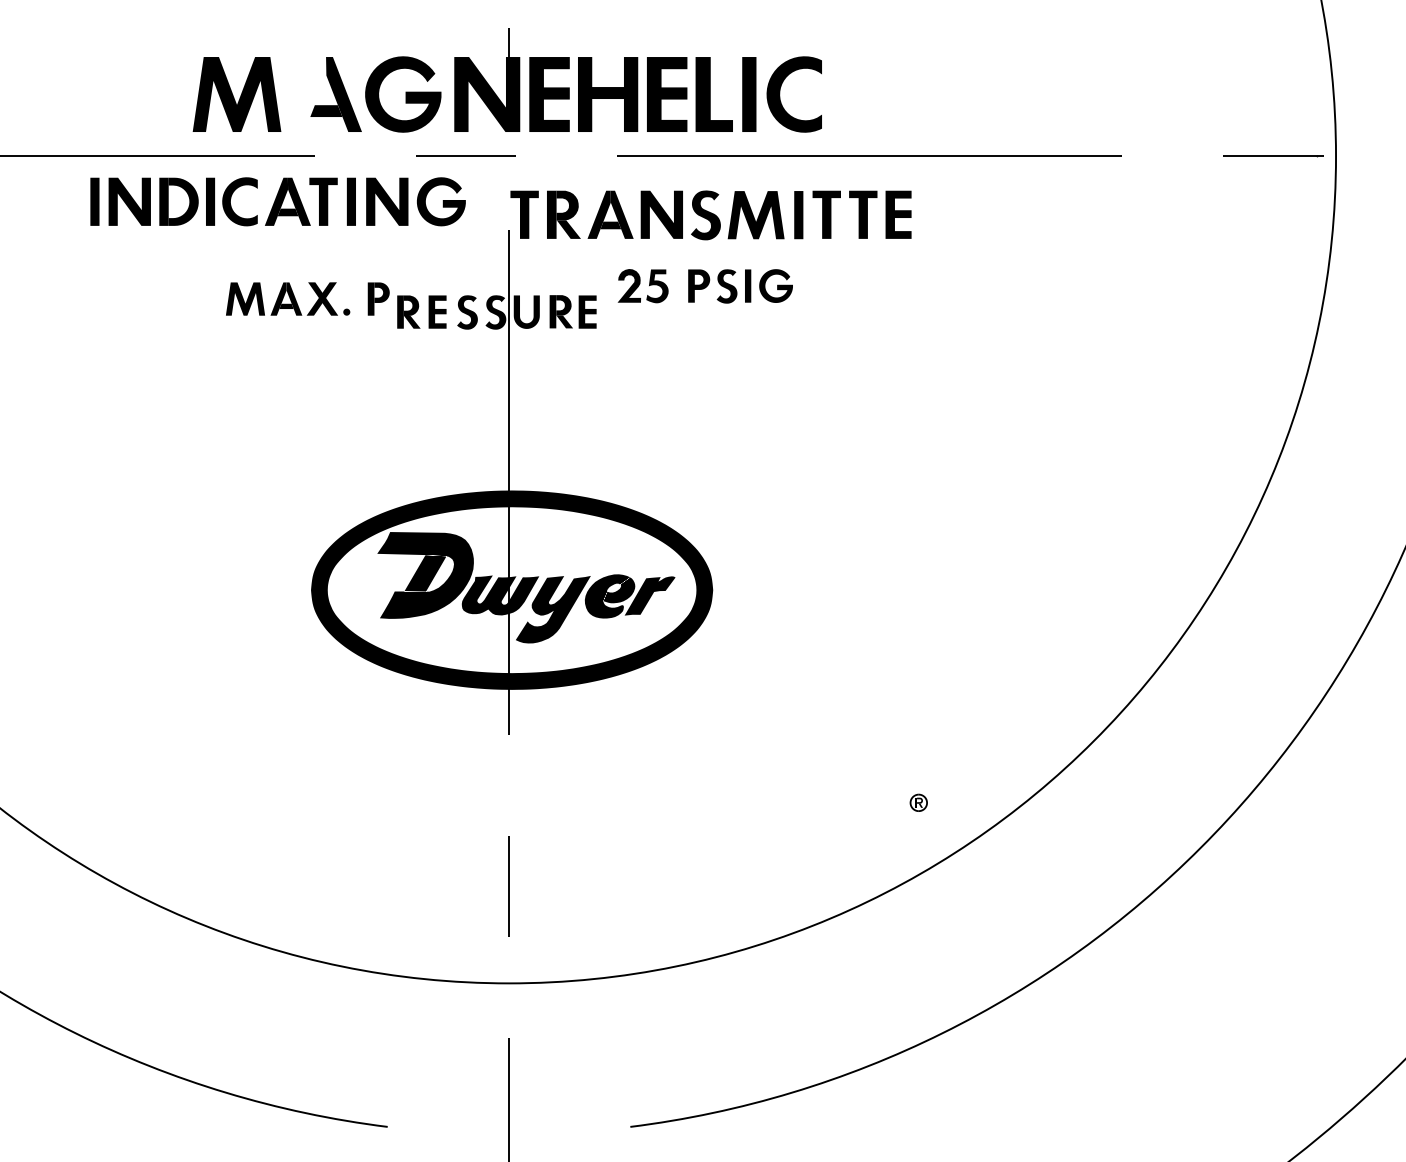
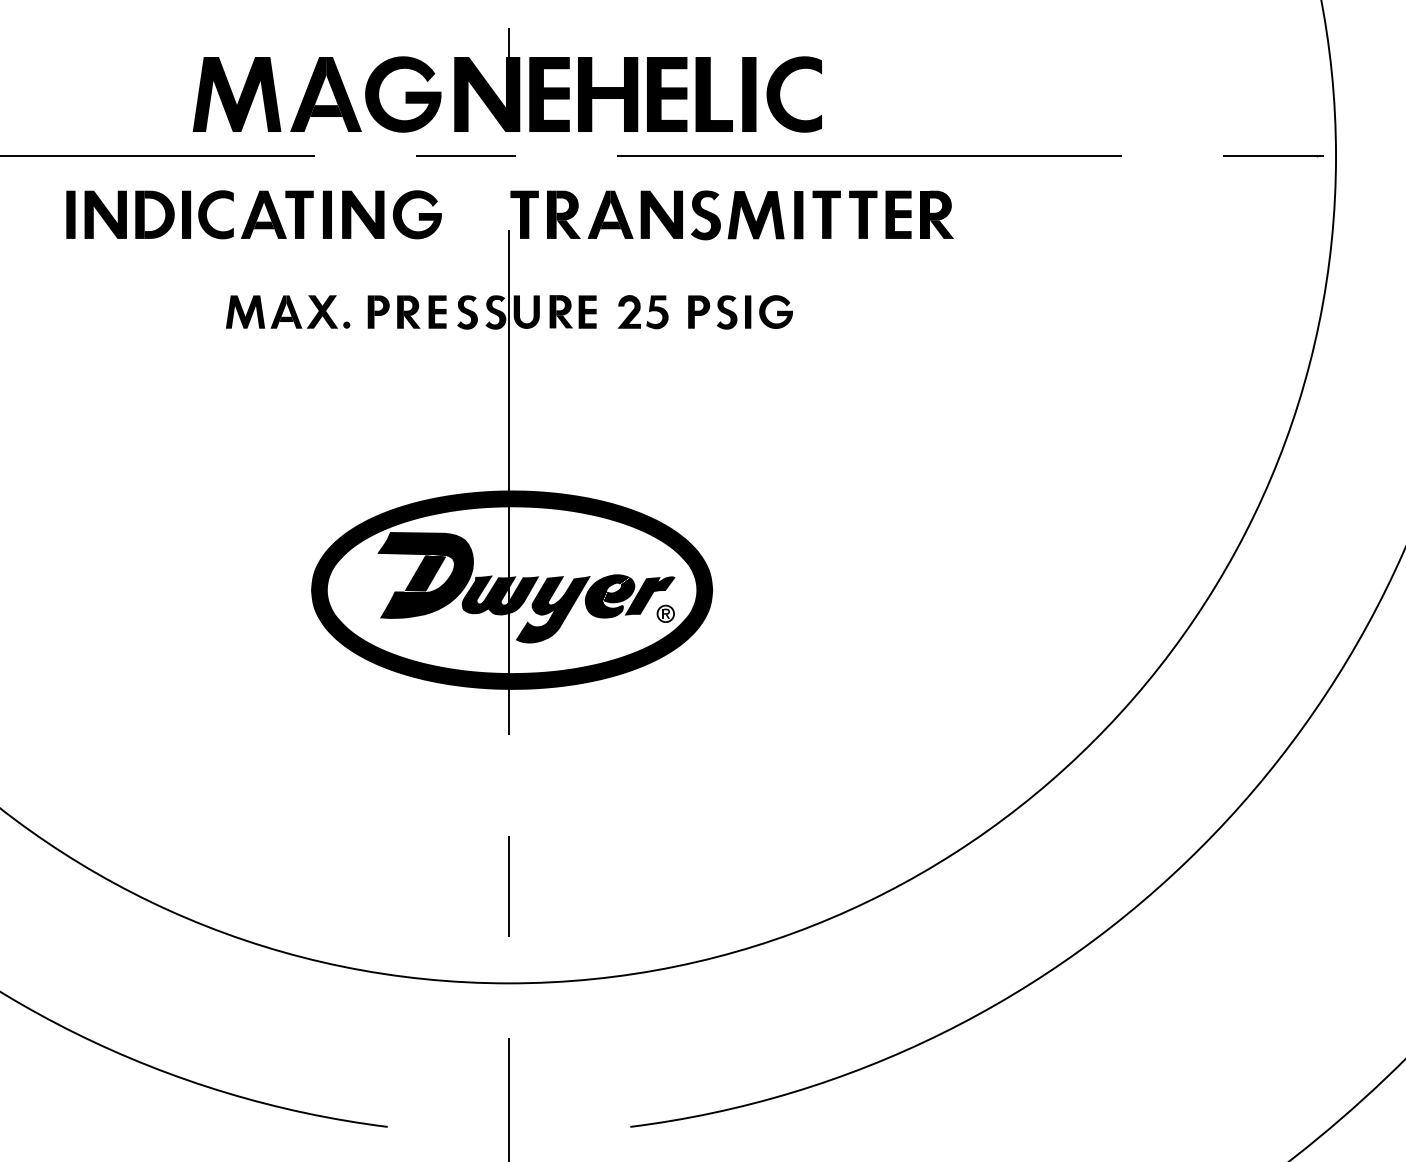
fill at (308, 94): none -> present
part at (277, 201) position: (277, 201) -> (253, 214)
part at (936, 214): none -> present
part at (704, 286) position: (704, 286) -> (704, 312)
part at (315, 302) position: (315, 302) -> (315, 315)
part at (918, 802) position: (918, 802) -> (665, 613)
